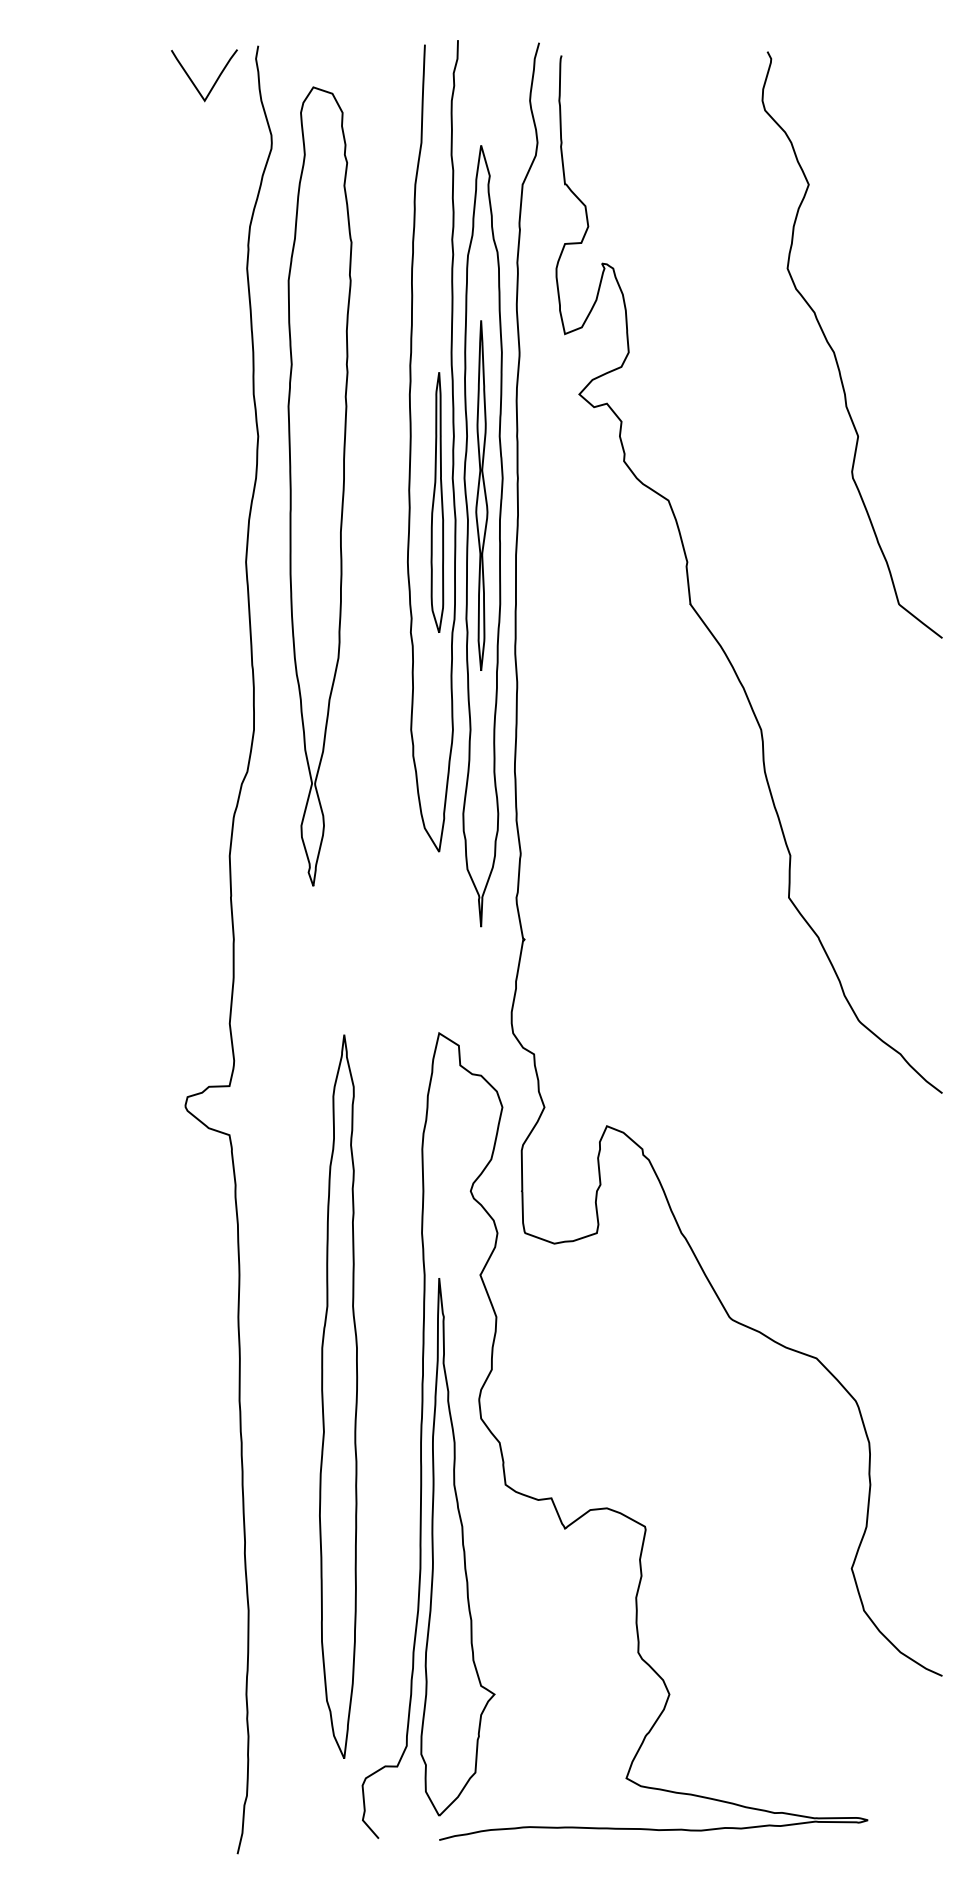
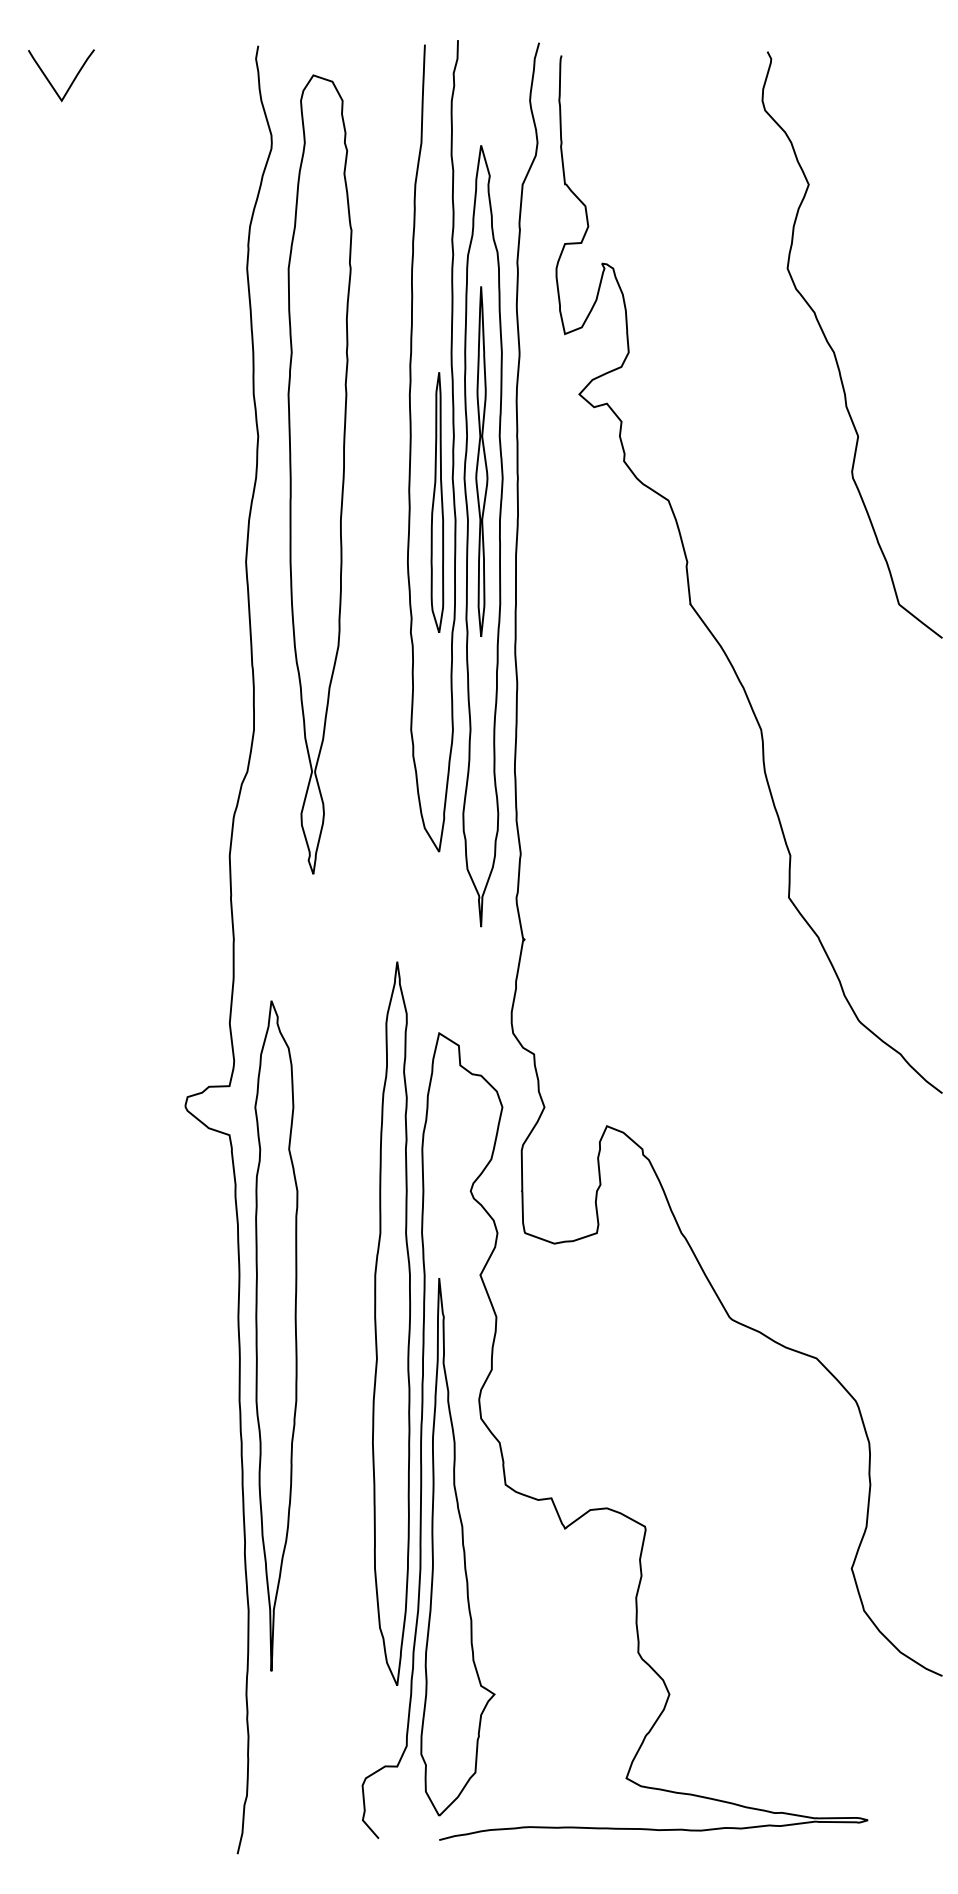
curve at (215, 80) position: (215, 80) -> (72, 80)
part at (319, 486) position: (319, 486) -> (319, 474)
part at (481, 495) position: (481, 495) -> (481, 461)
part at (276, 1335): none -> present
part at (338, 1396) position: (338, 1396) -> (391, 1323)
